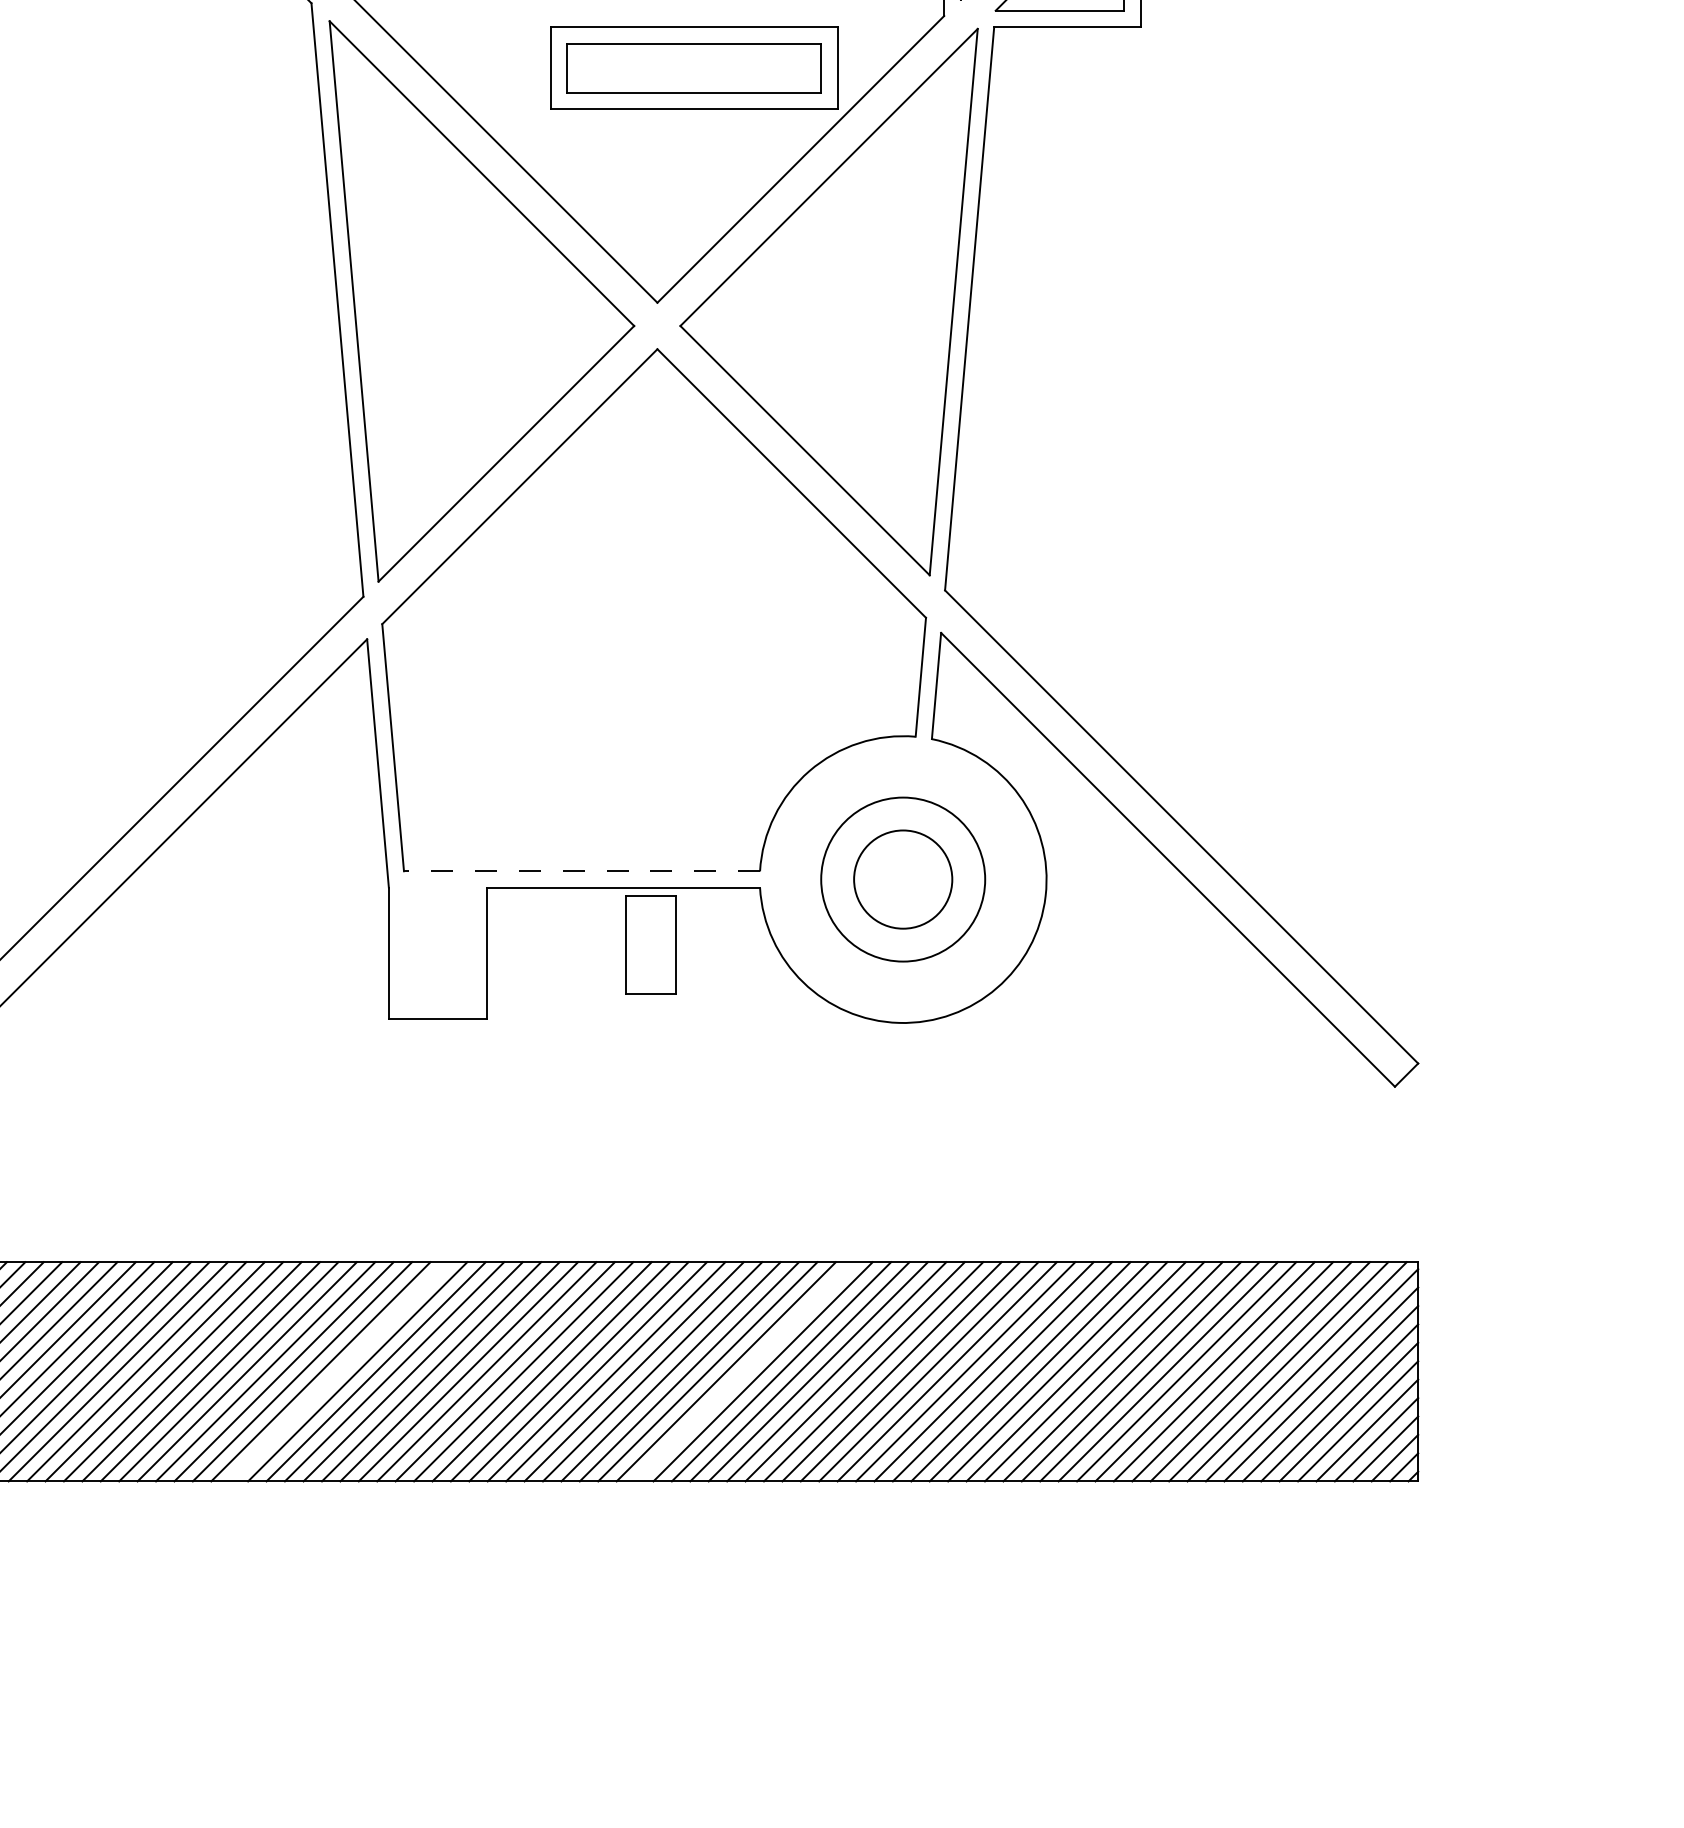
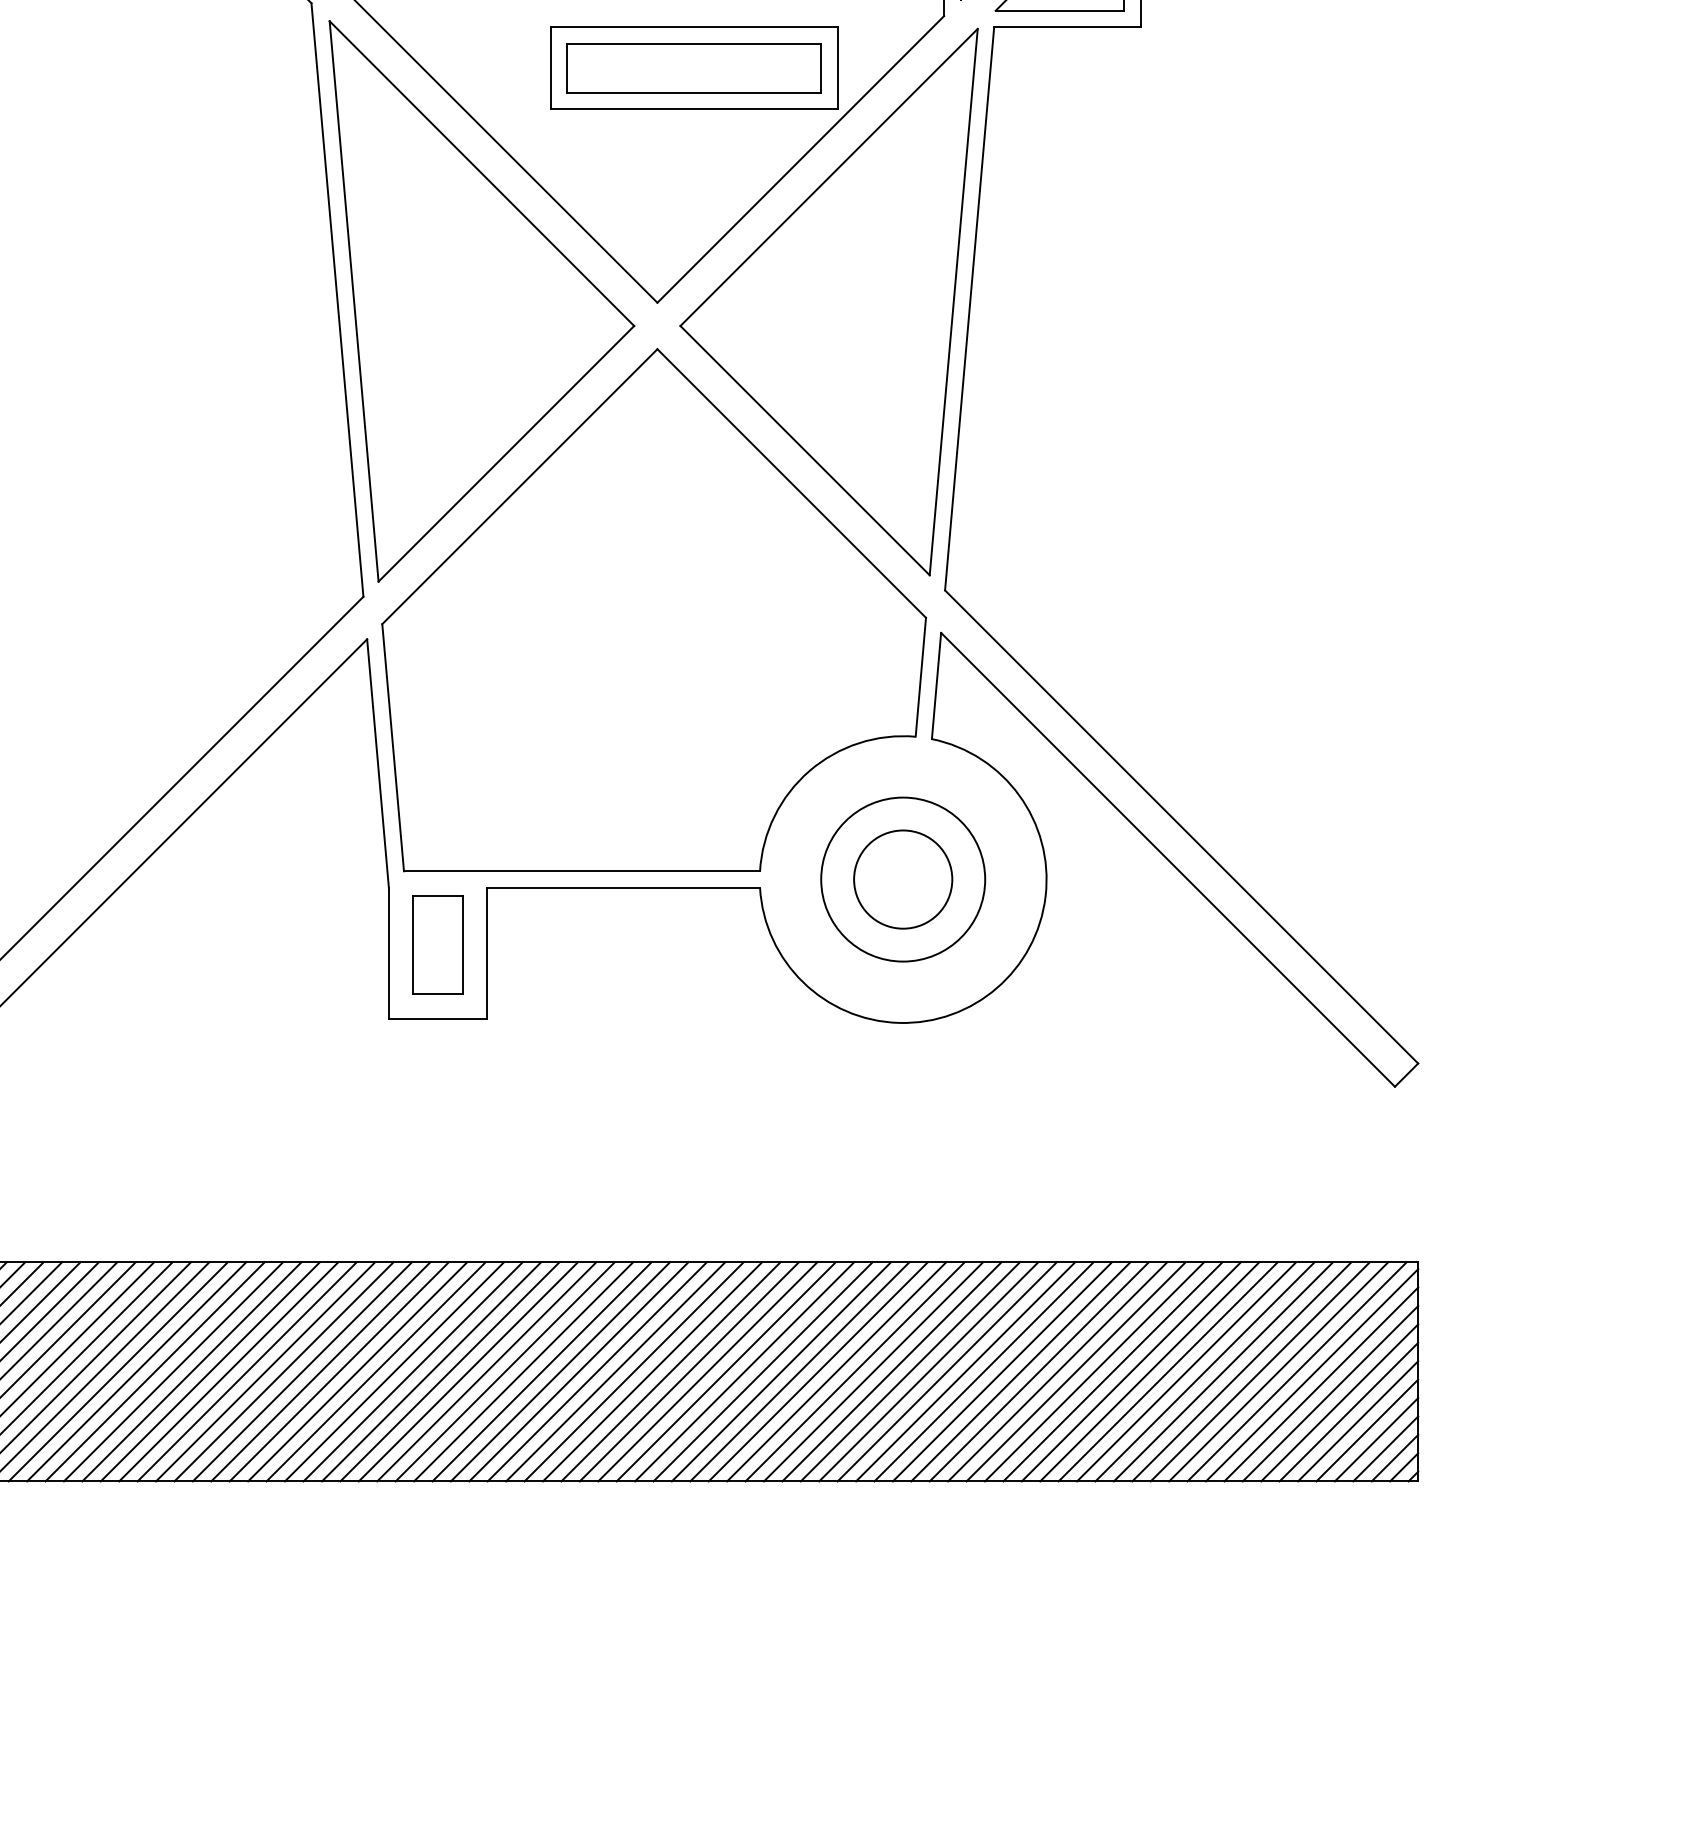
line at (581, 871): dashed -> solid
part at (650, 944) position: (650, 944) -> (437, 944)
line at (338, 1371): none -> present
line at (744, 1371): none -> present
